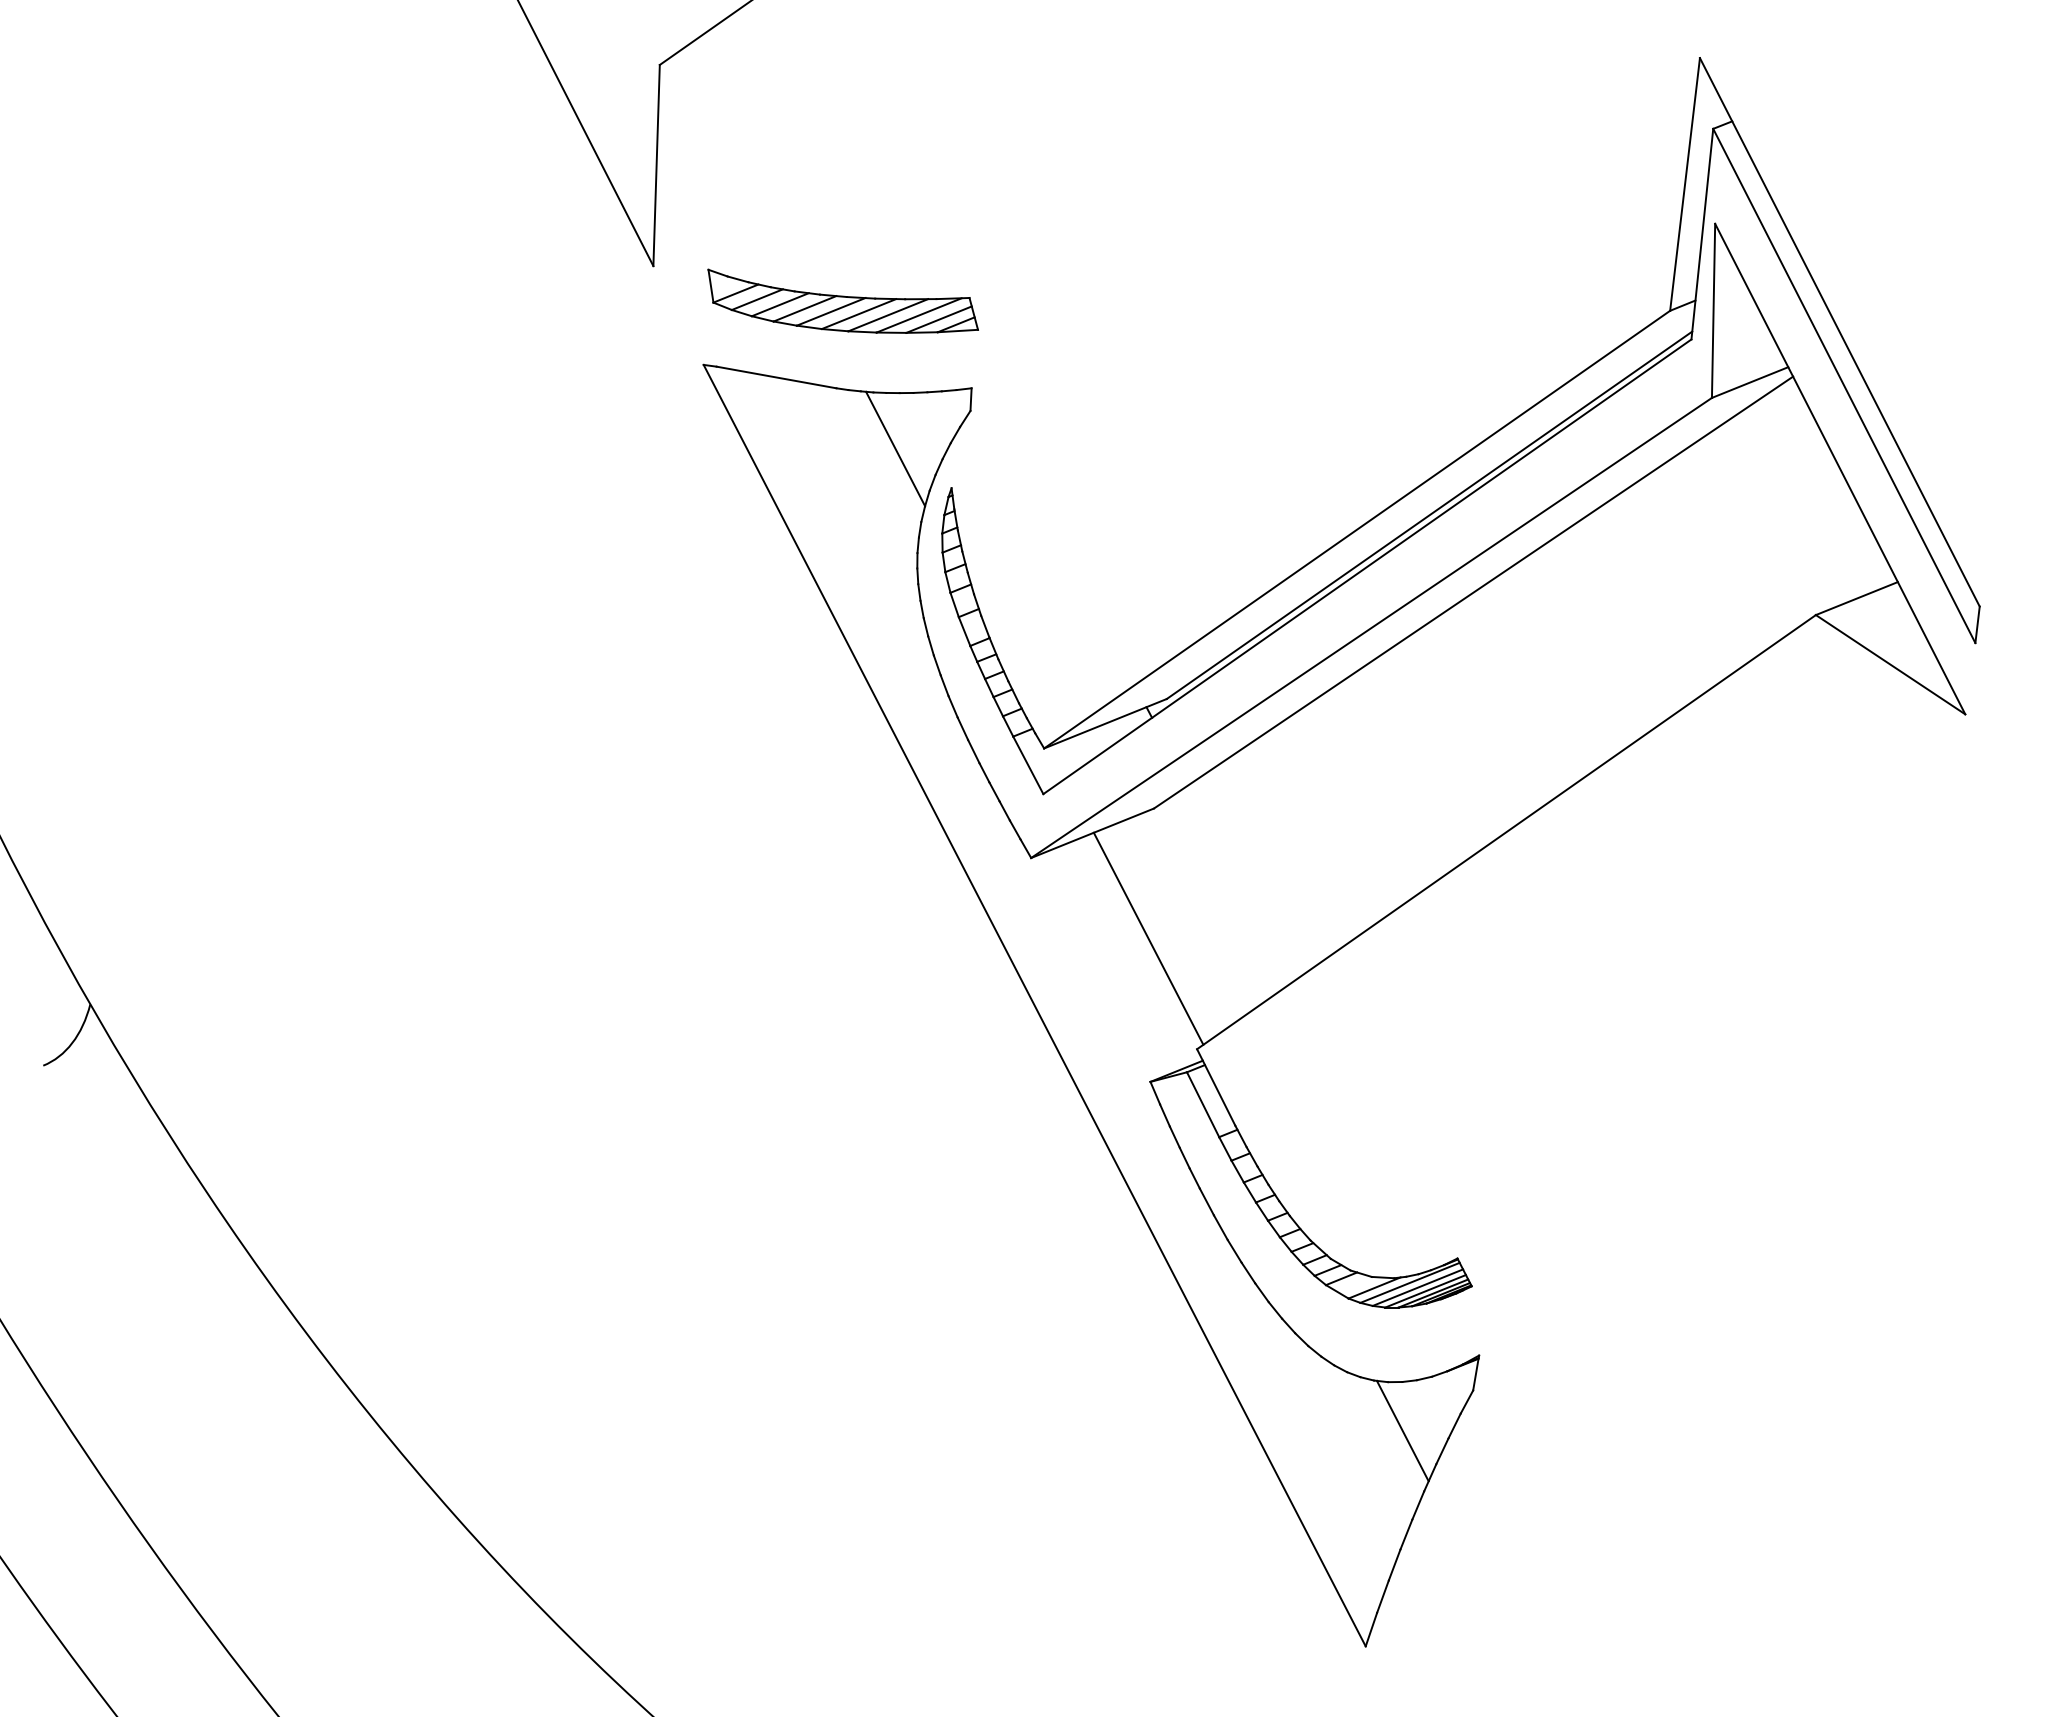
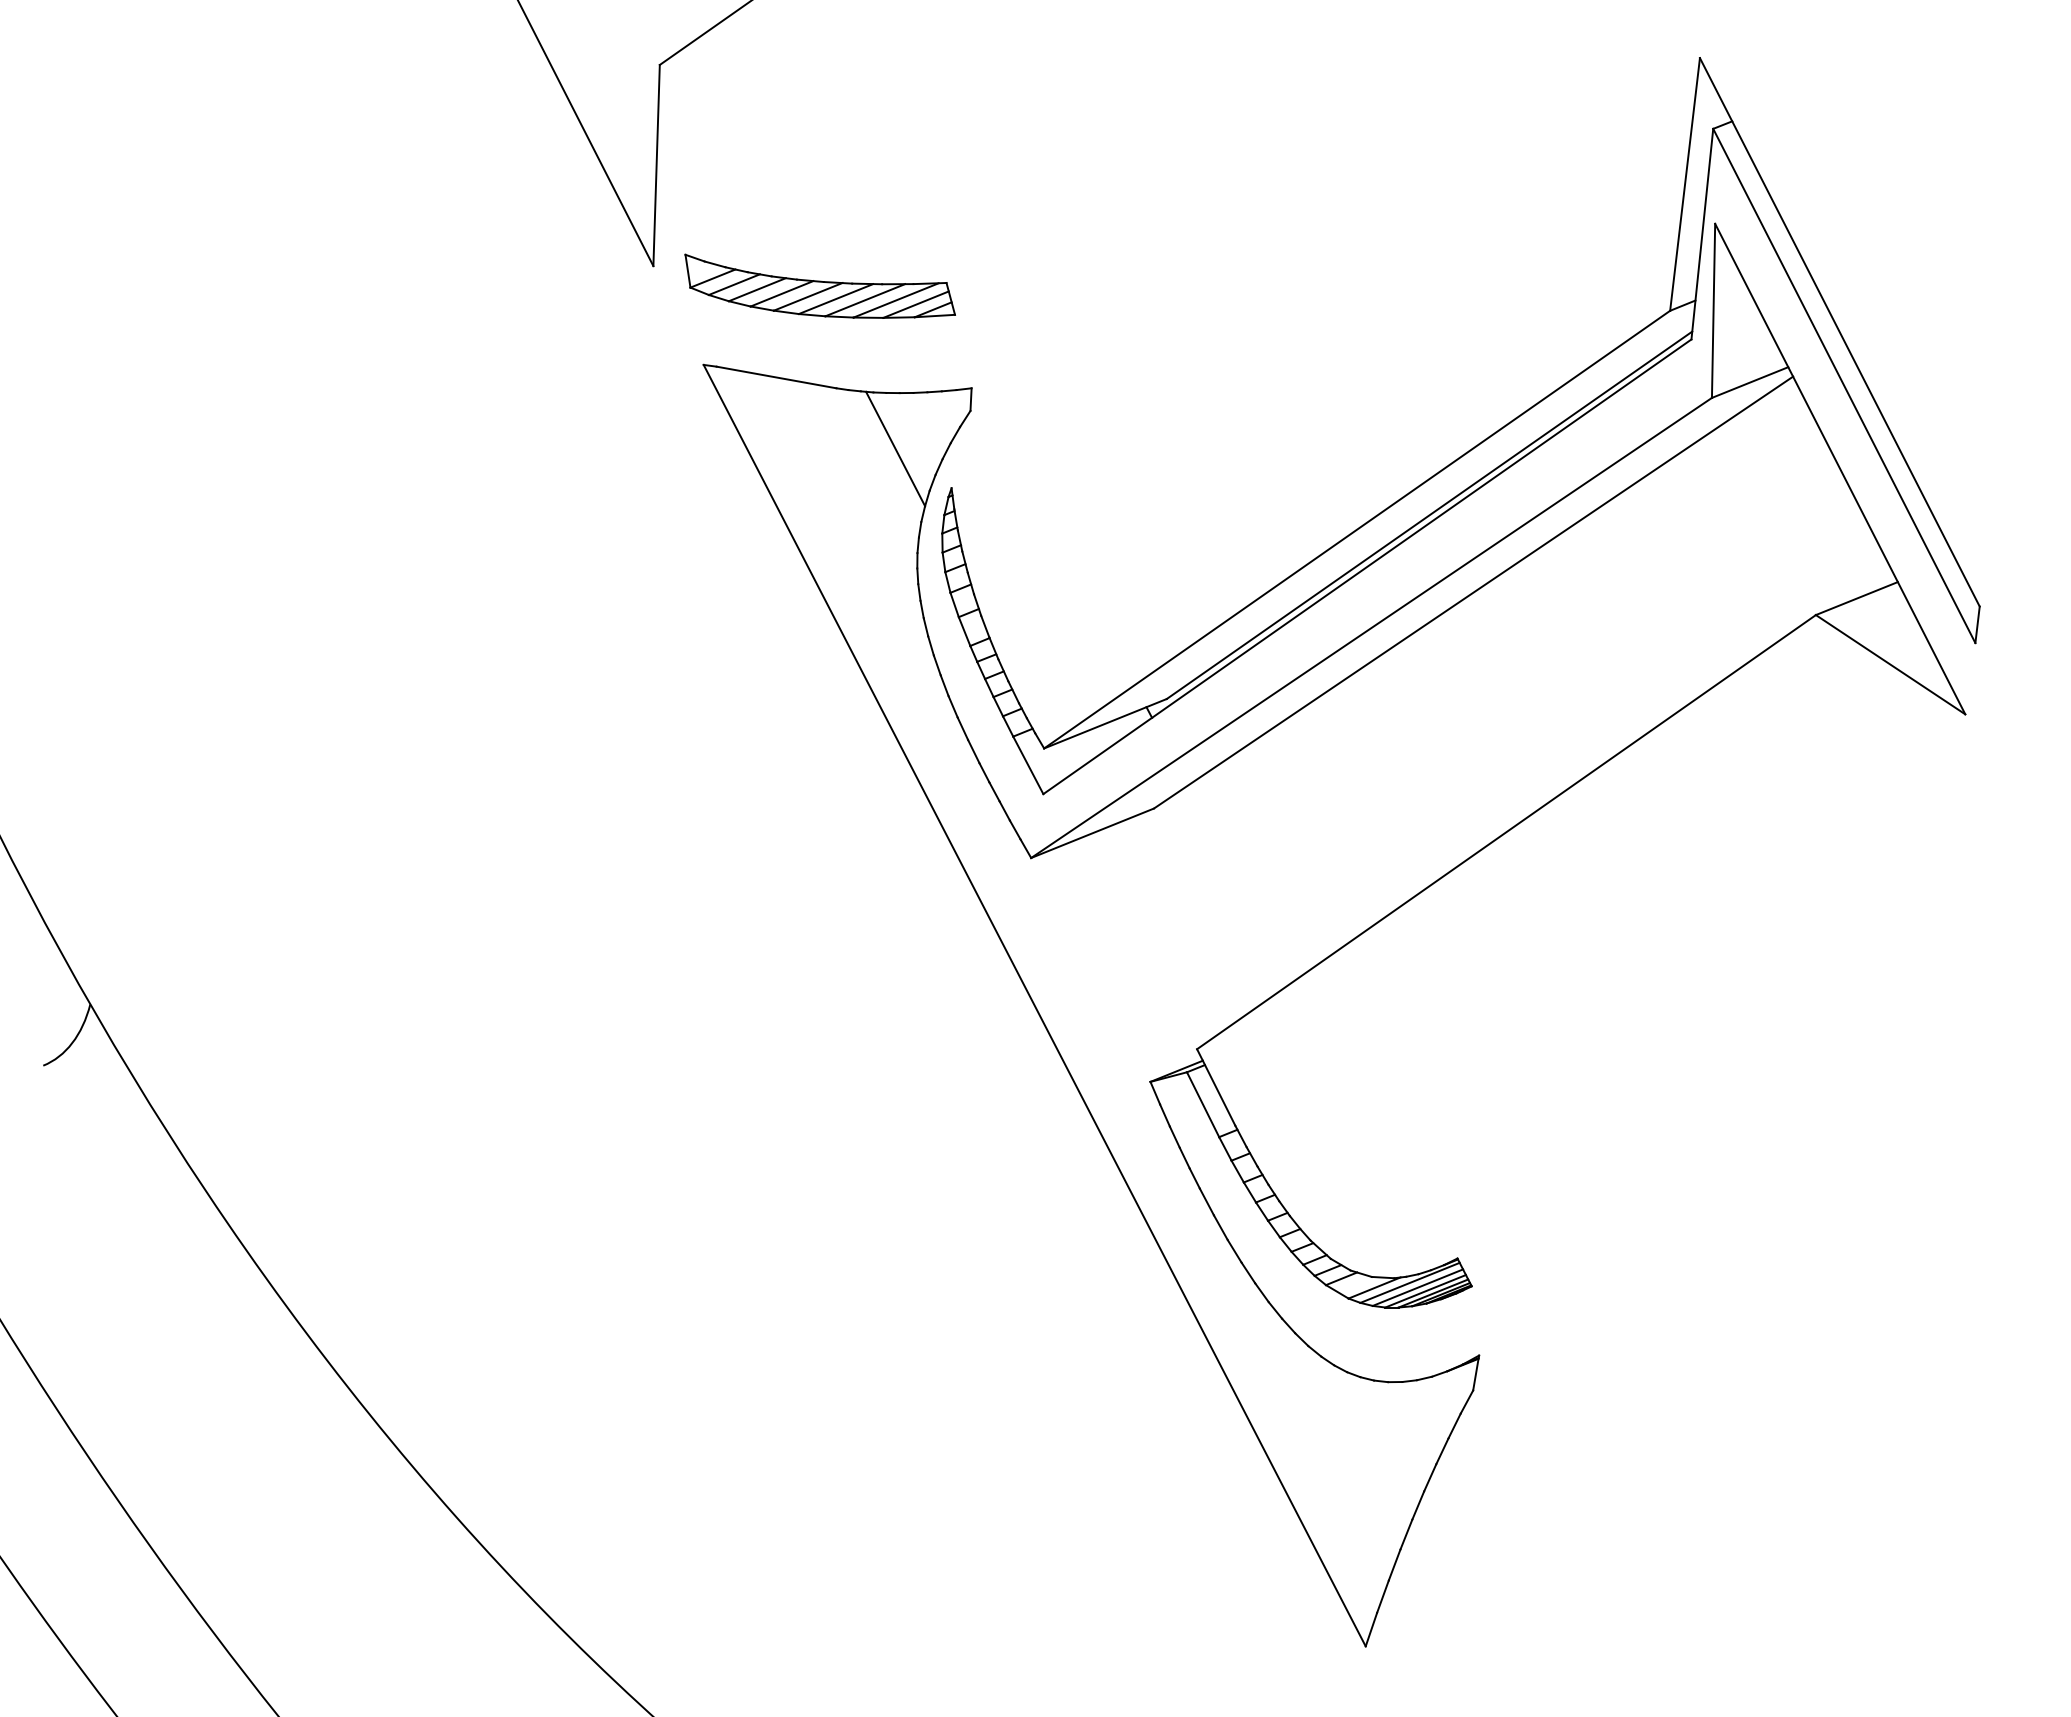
part at (842, 300) position: (842, 300) -> (819, 285)
line at (1148, 938): present -> none
line at (1402, 1430): present -> none
